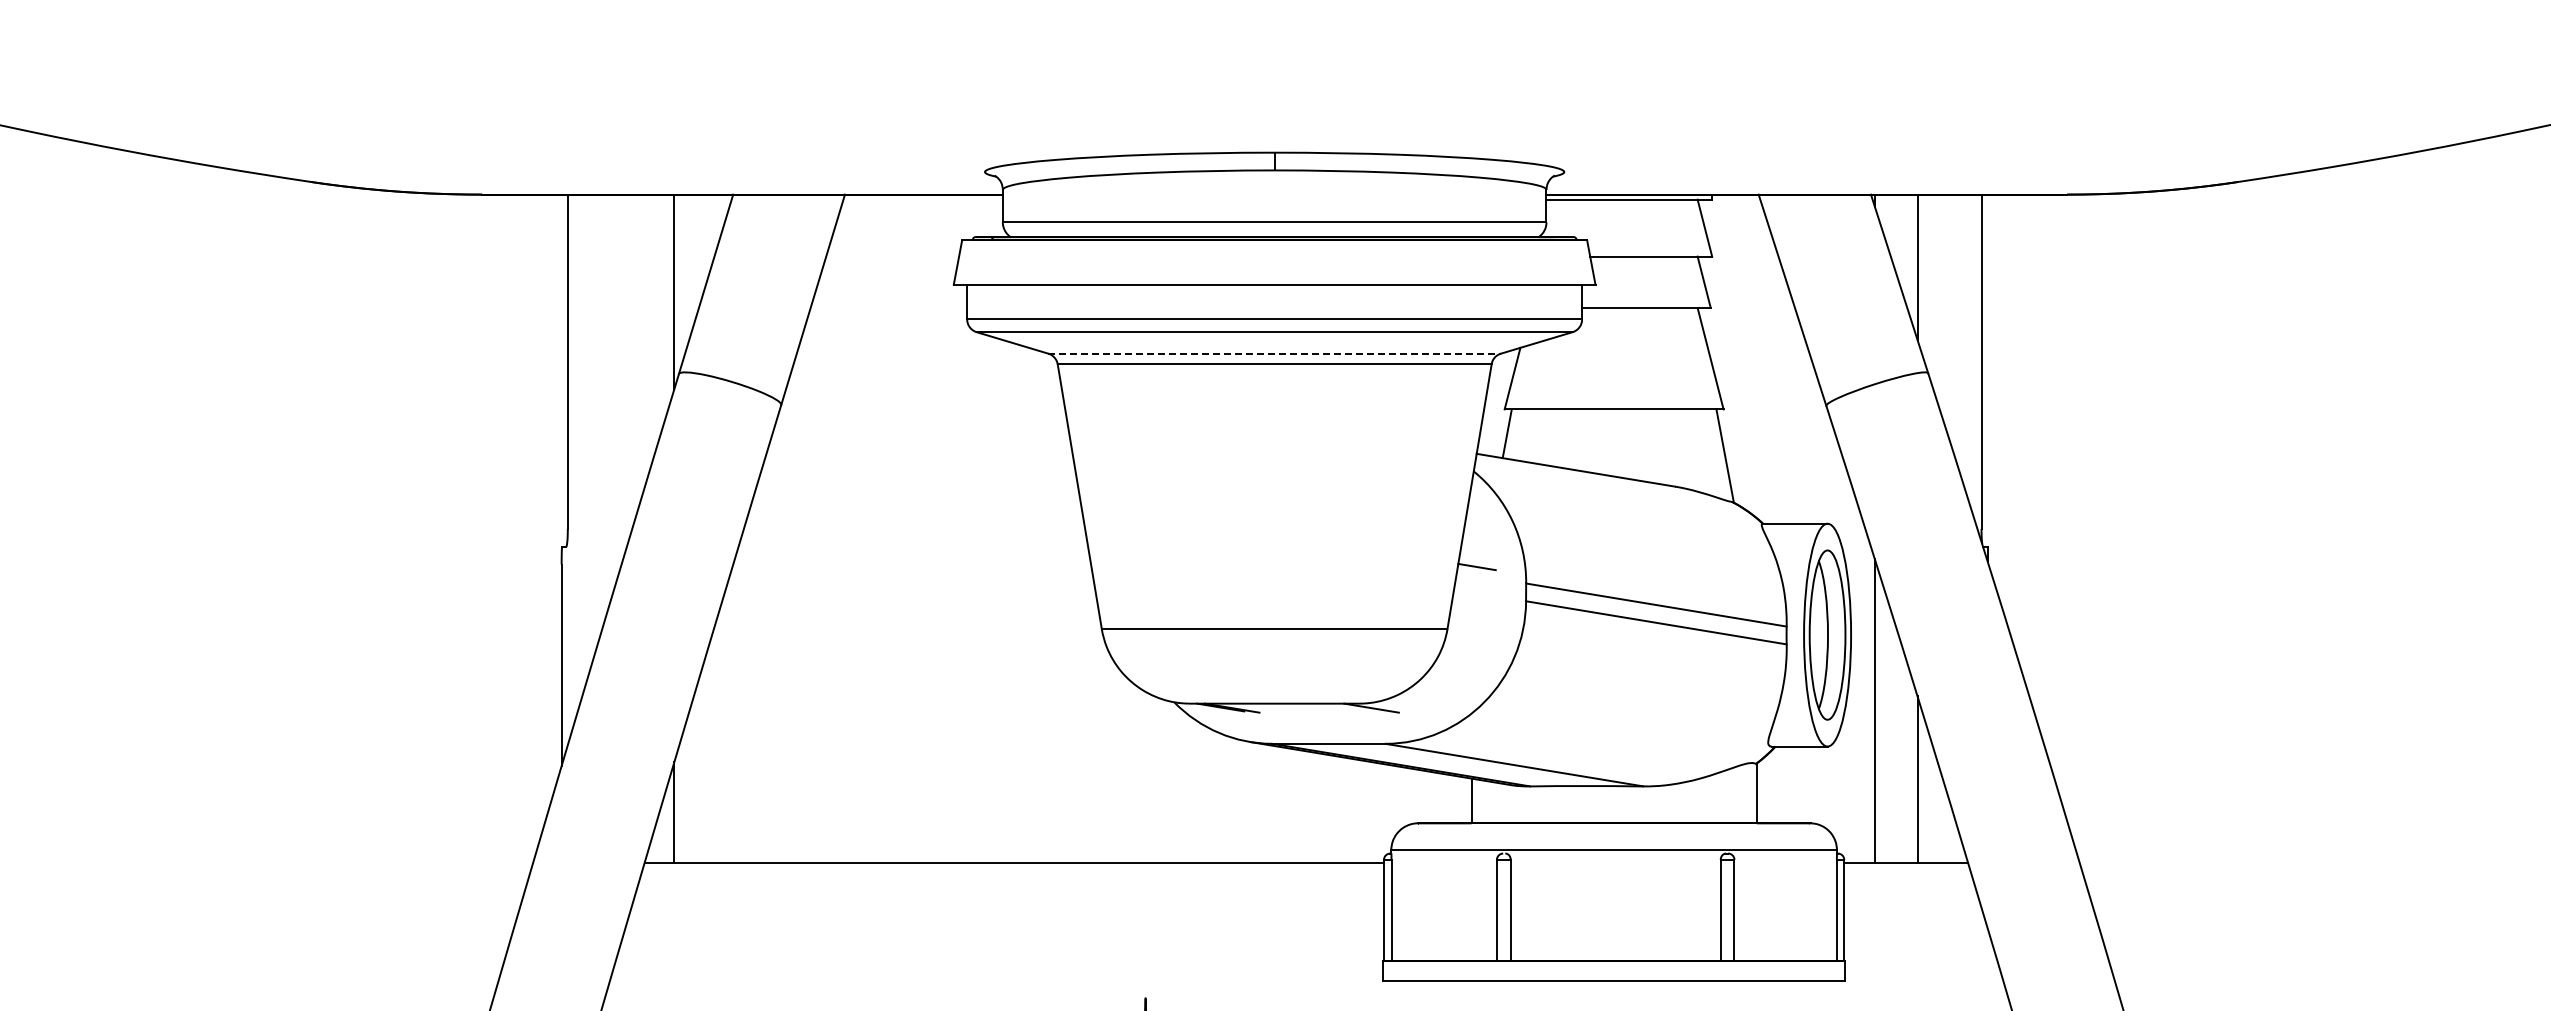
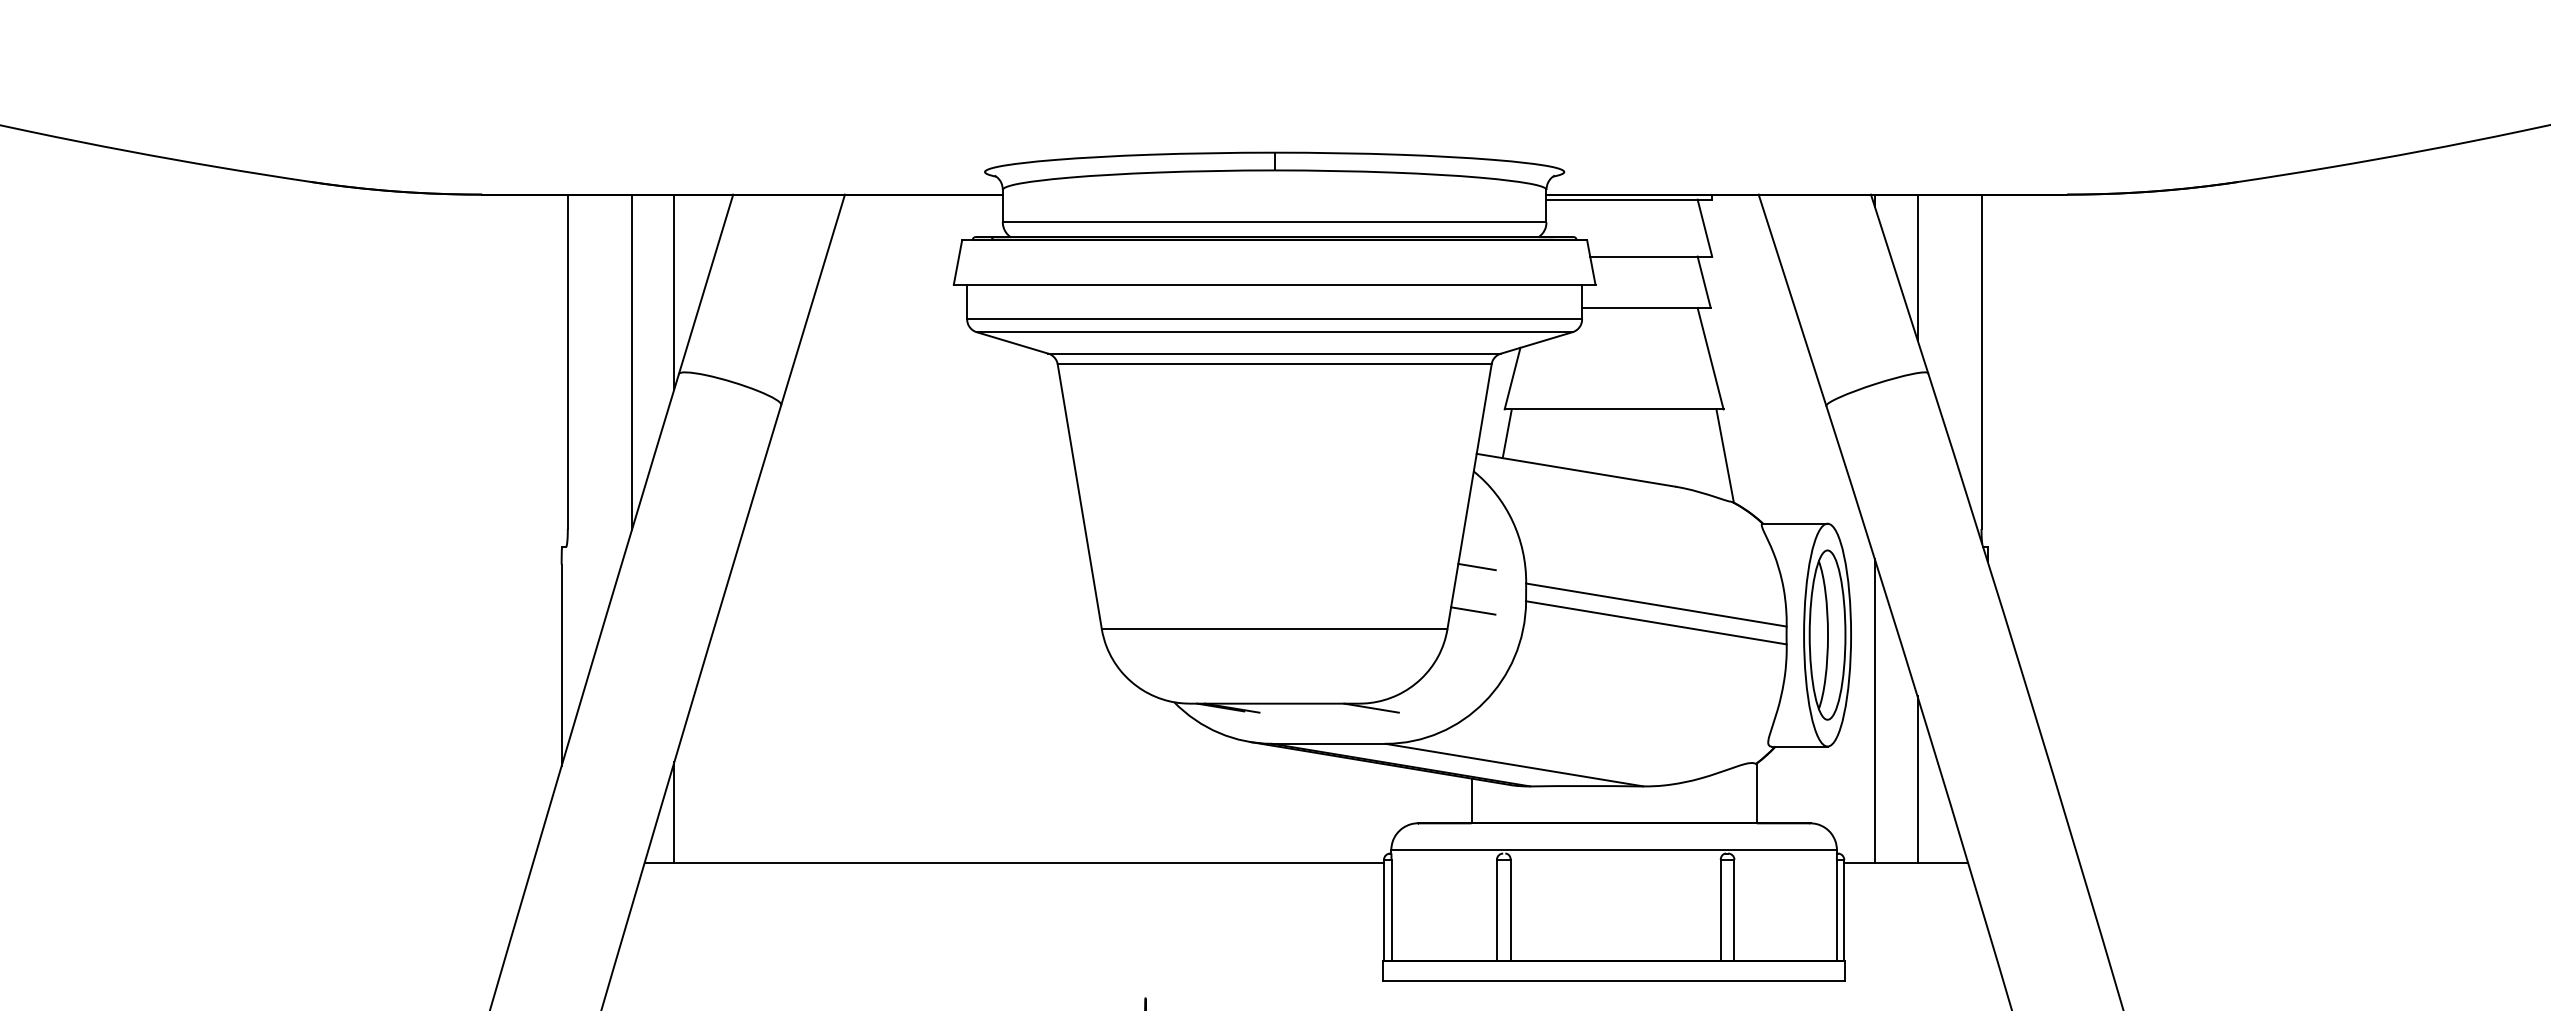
line at (1275, 353): dashed -> solid
line at (631, 362): none -> present
line at (1473, 610): none -> present
